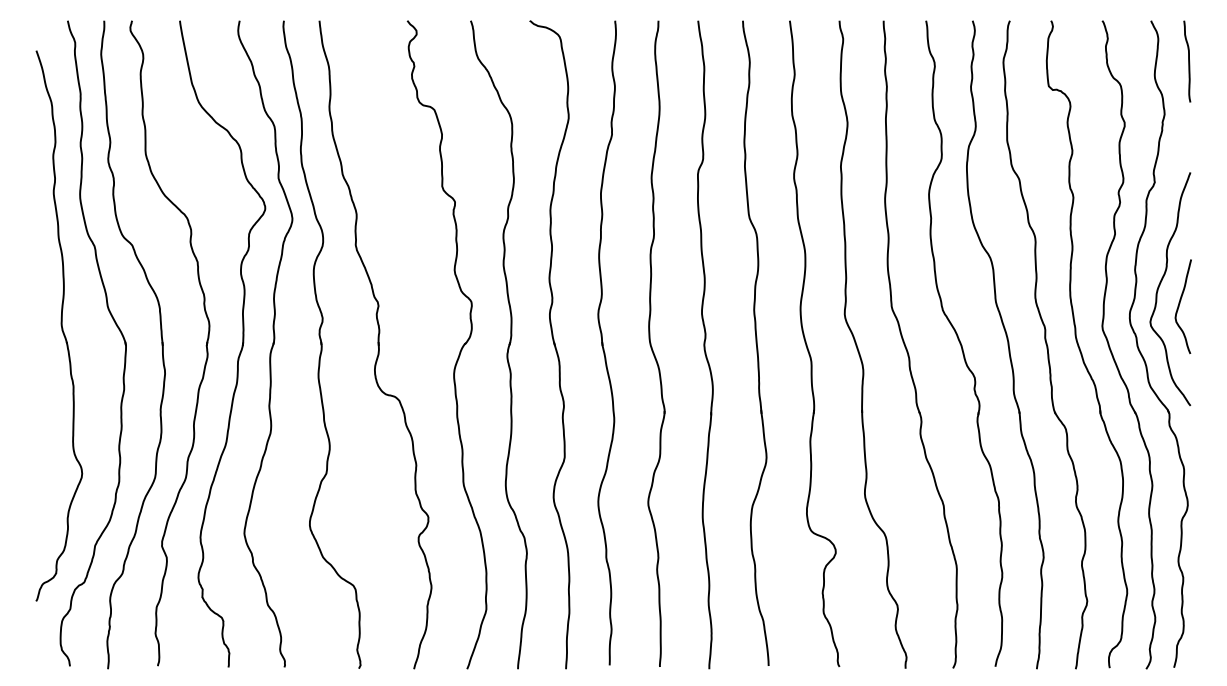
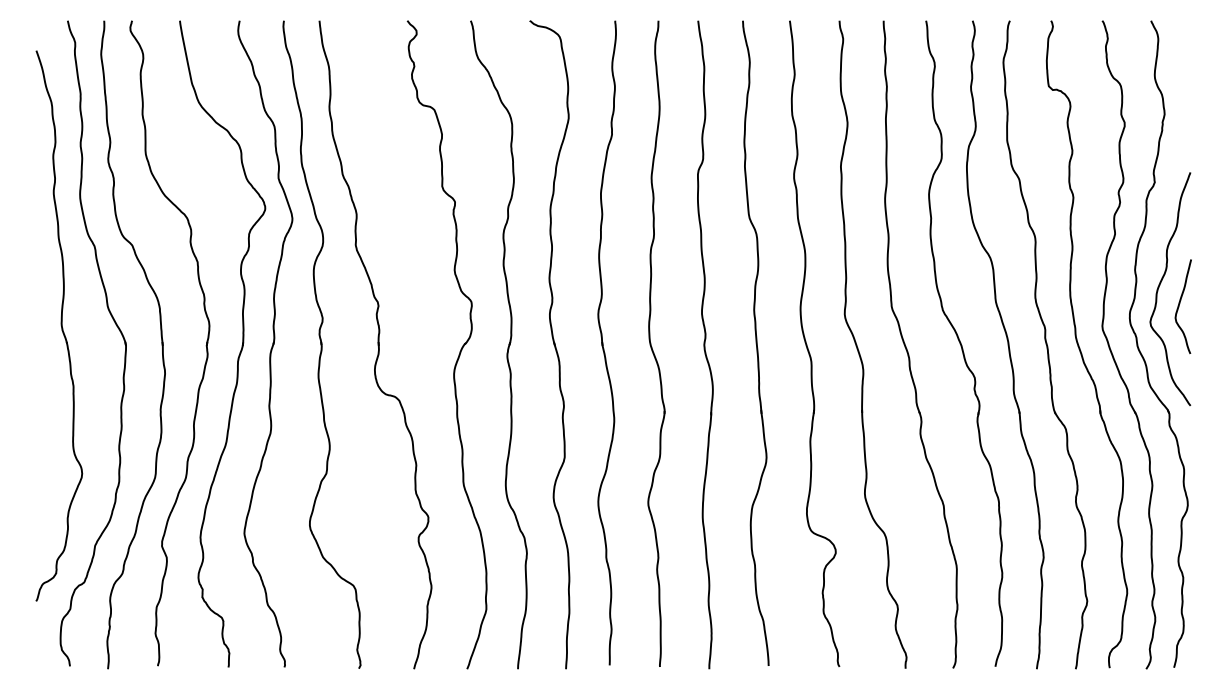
curve at (1188, 61): present -> none
